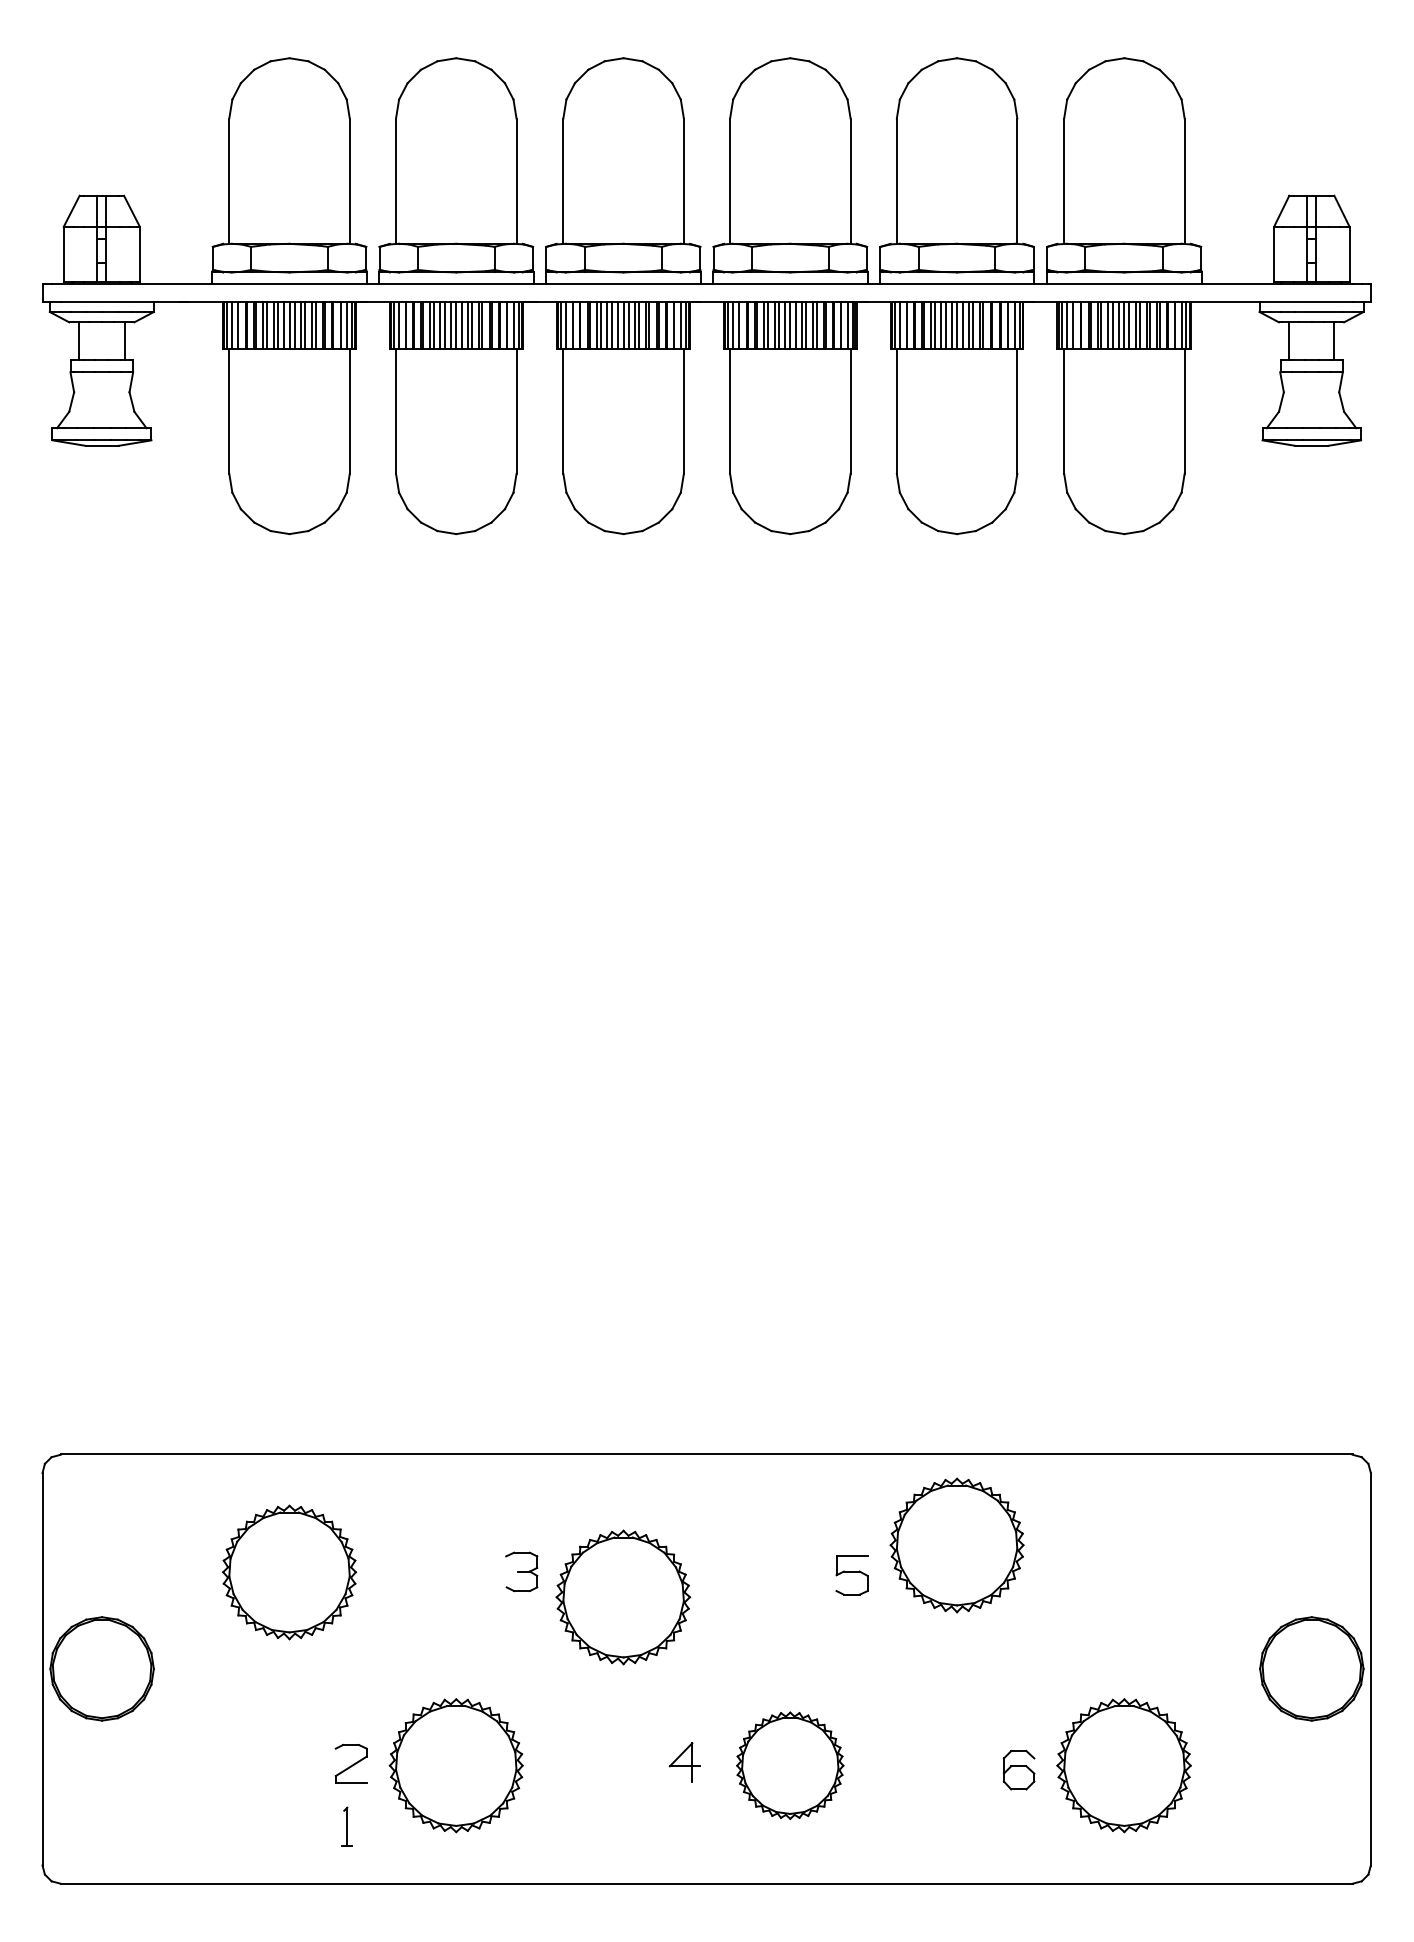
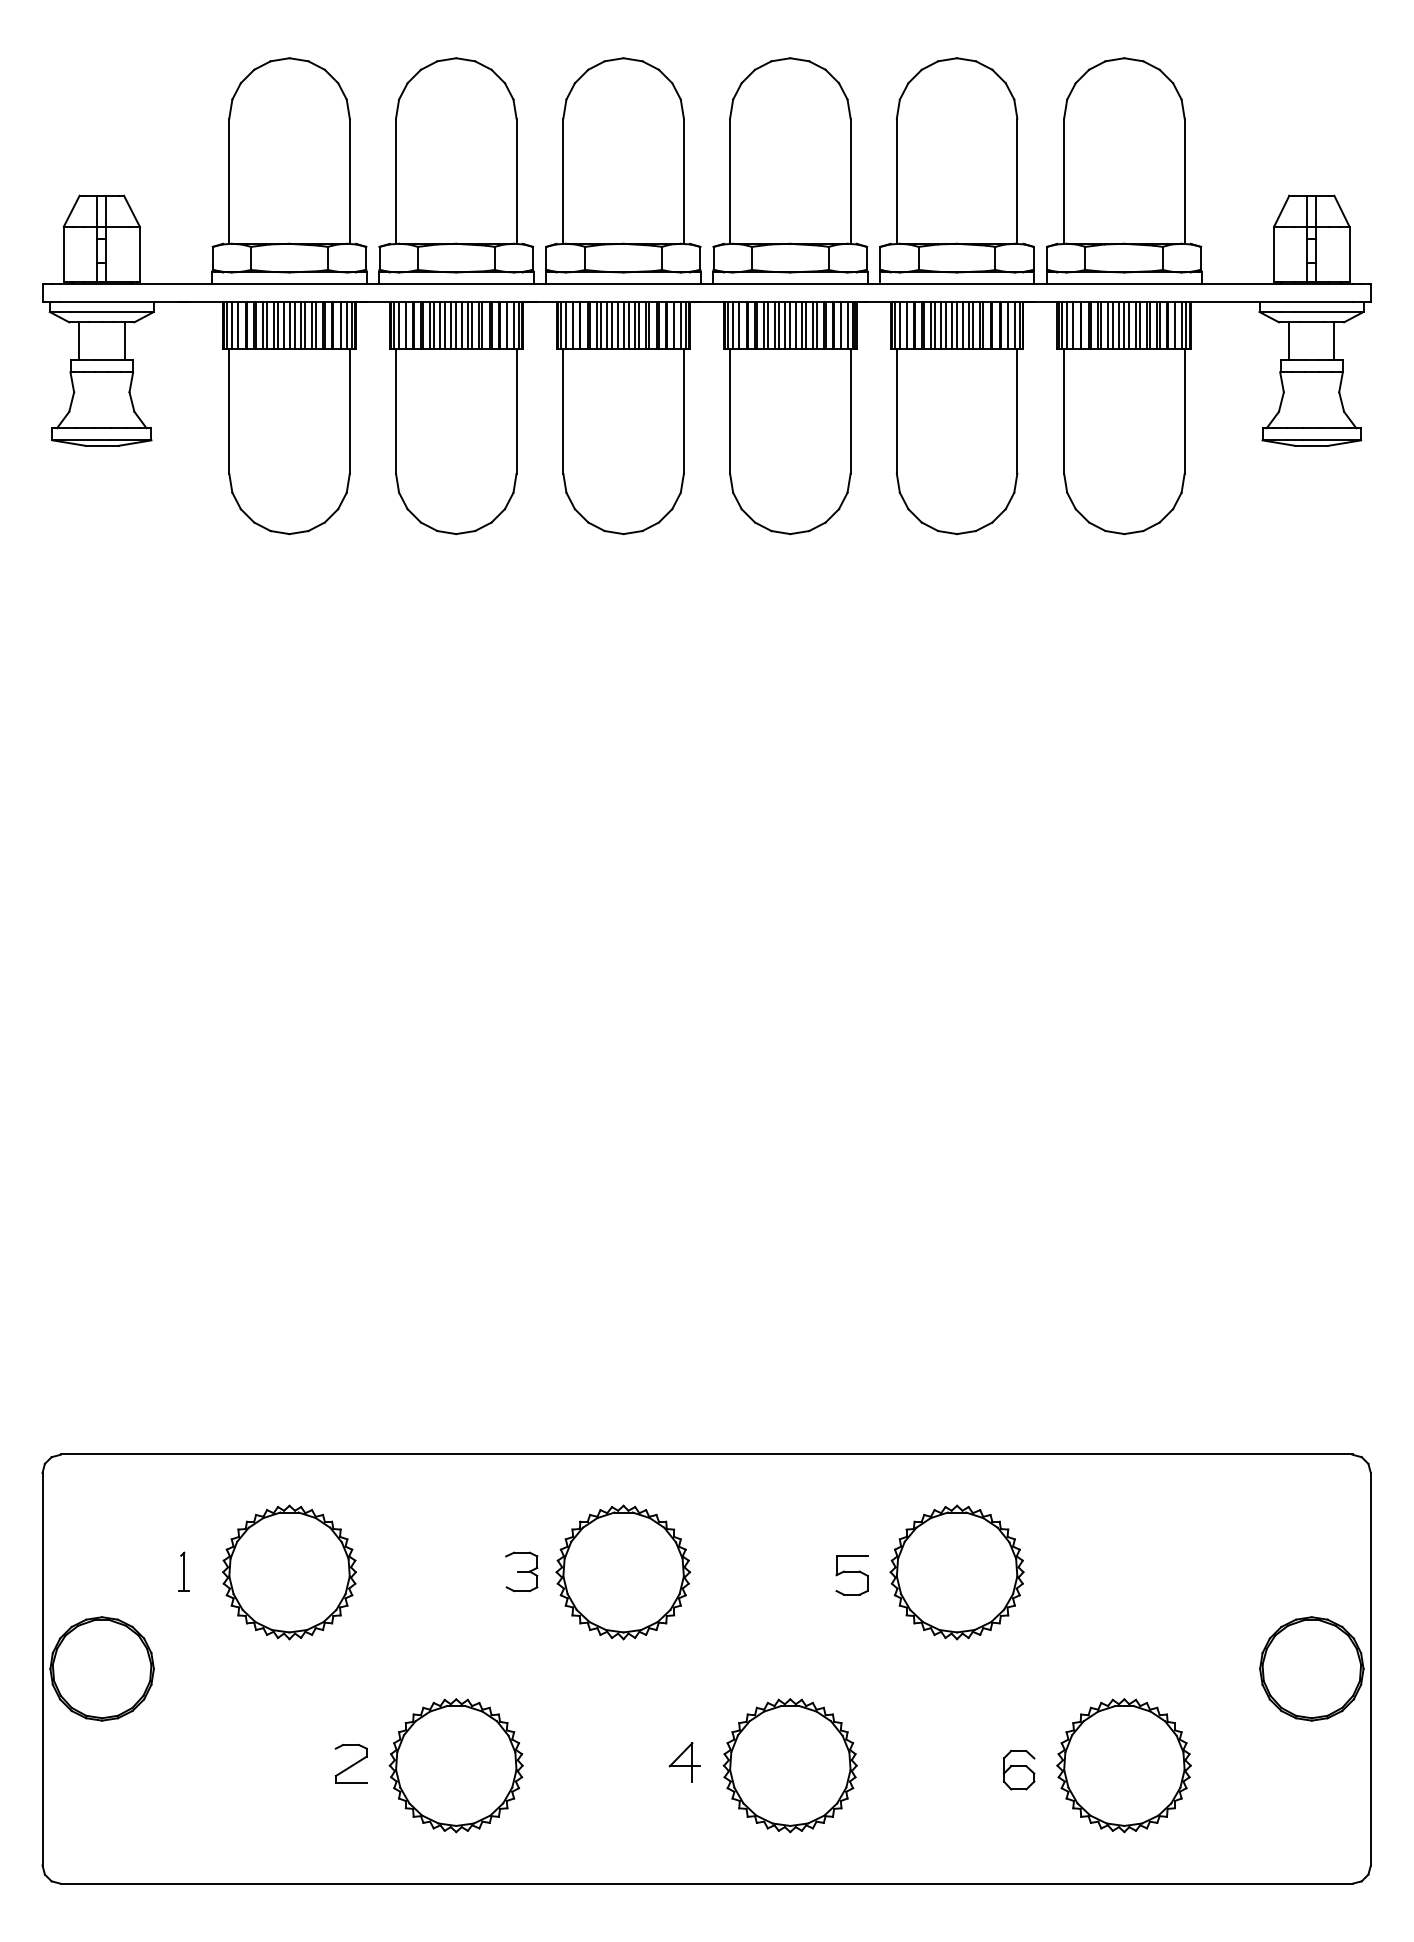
part at (956, 1545) position: (956, 1545) -> (956, 1572)
part at (623, 1597) position: (623, 1597) -> (623, 1572)
part at (790, 1765) size: 109x109 px -> 136x136 px
part at (346, 1826) position: (346, 1826) -> (183, 1571)
